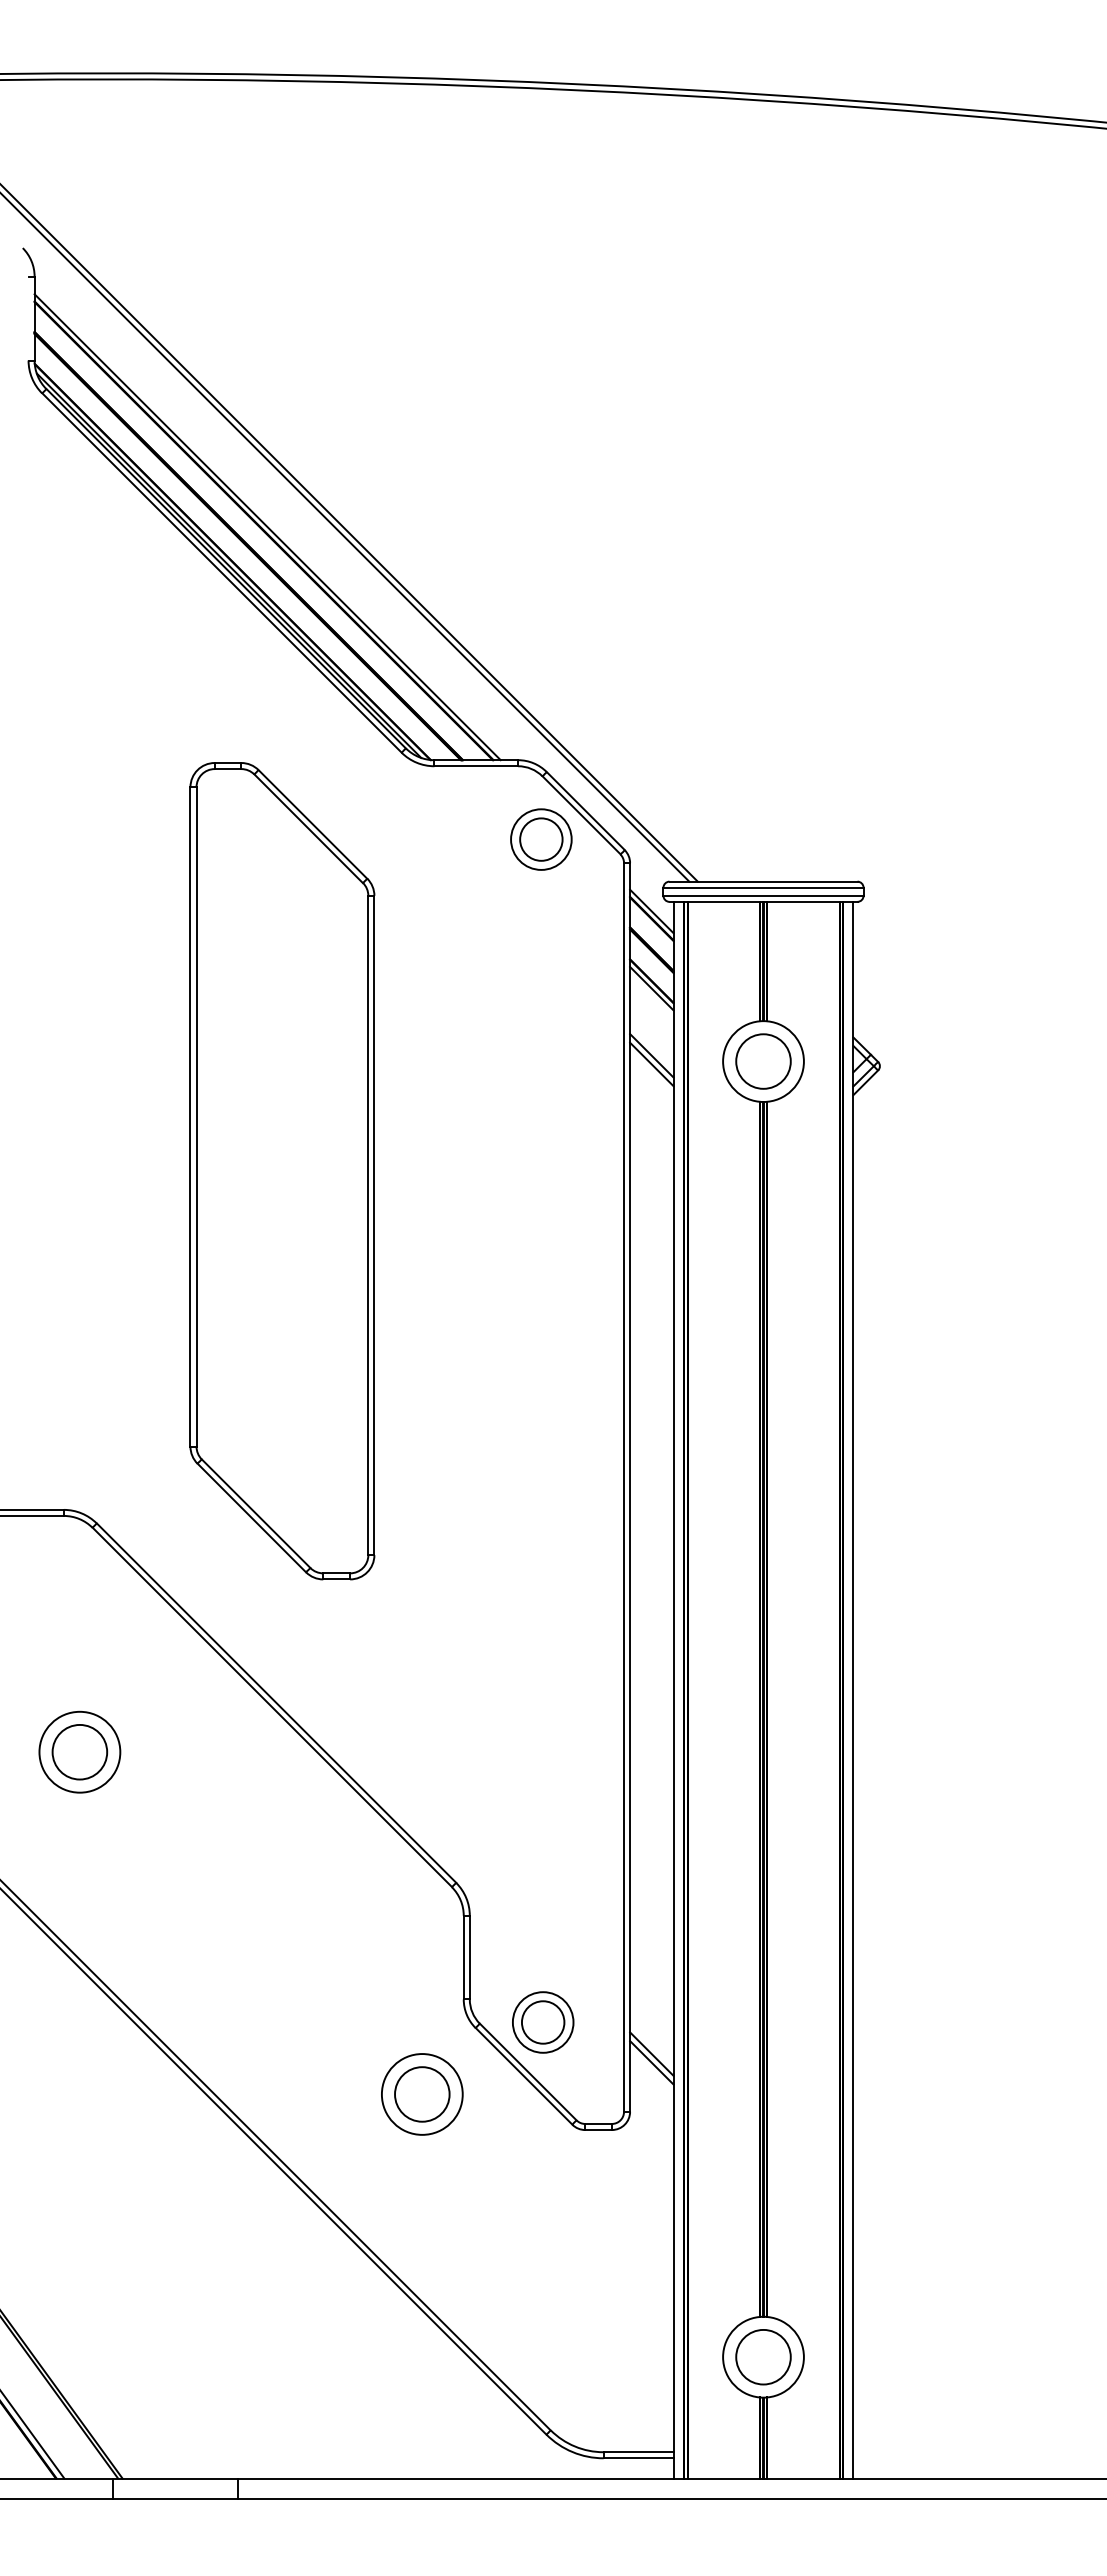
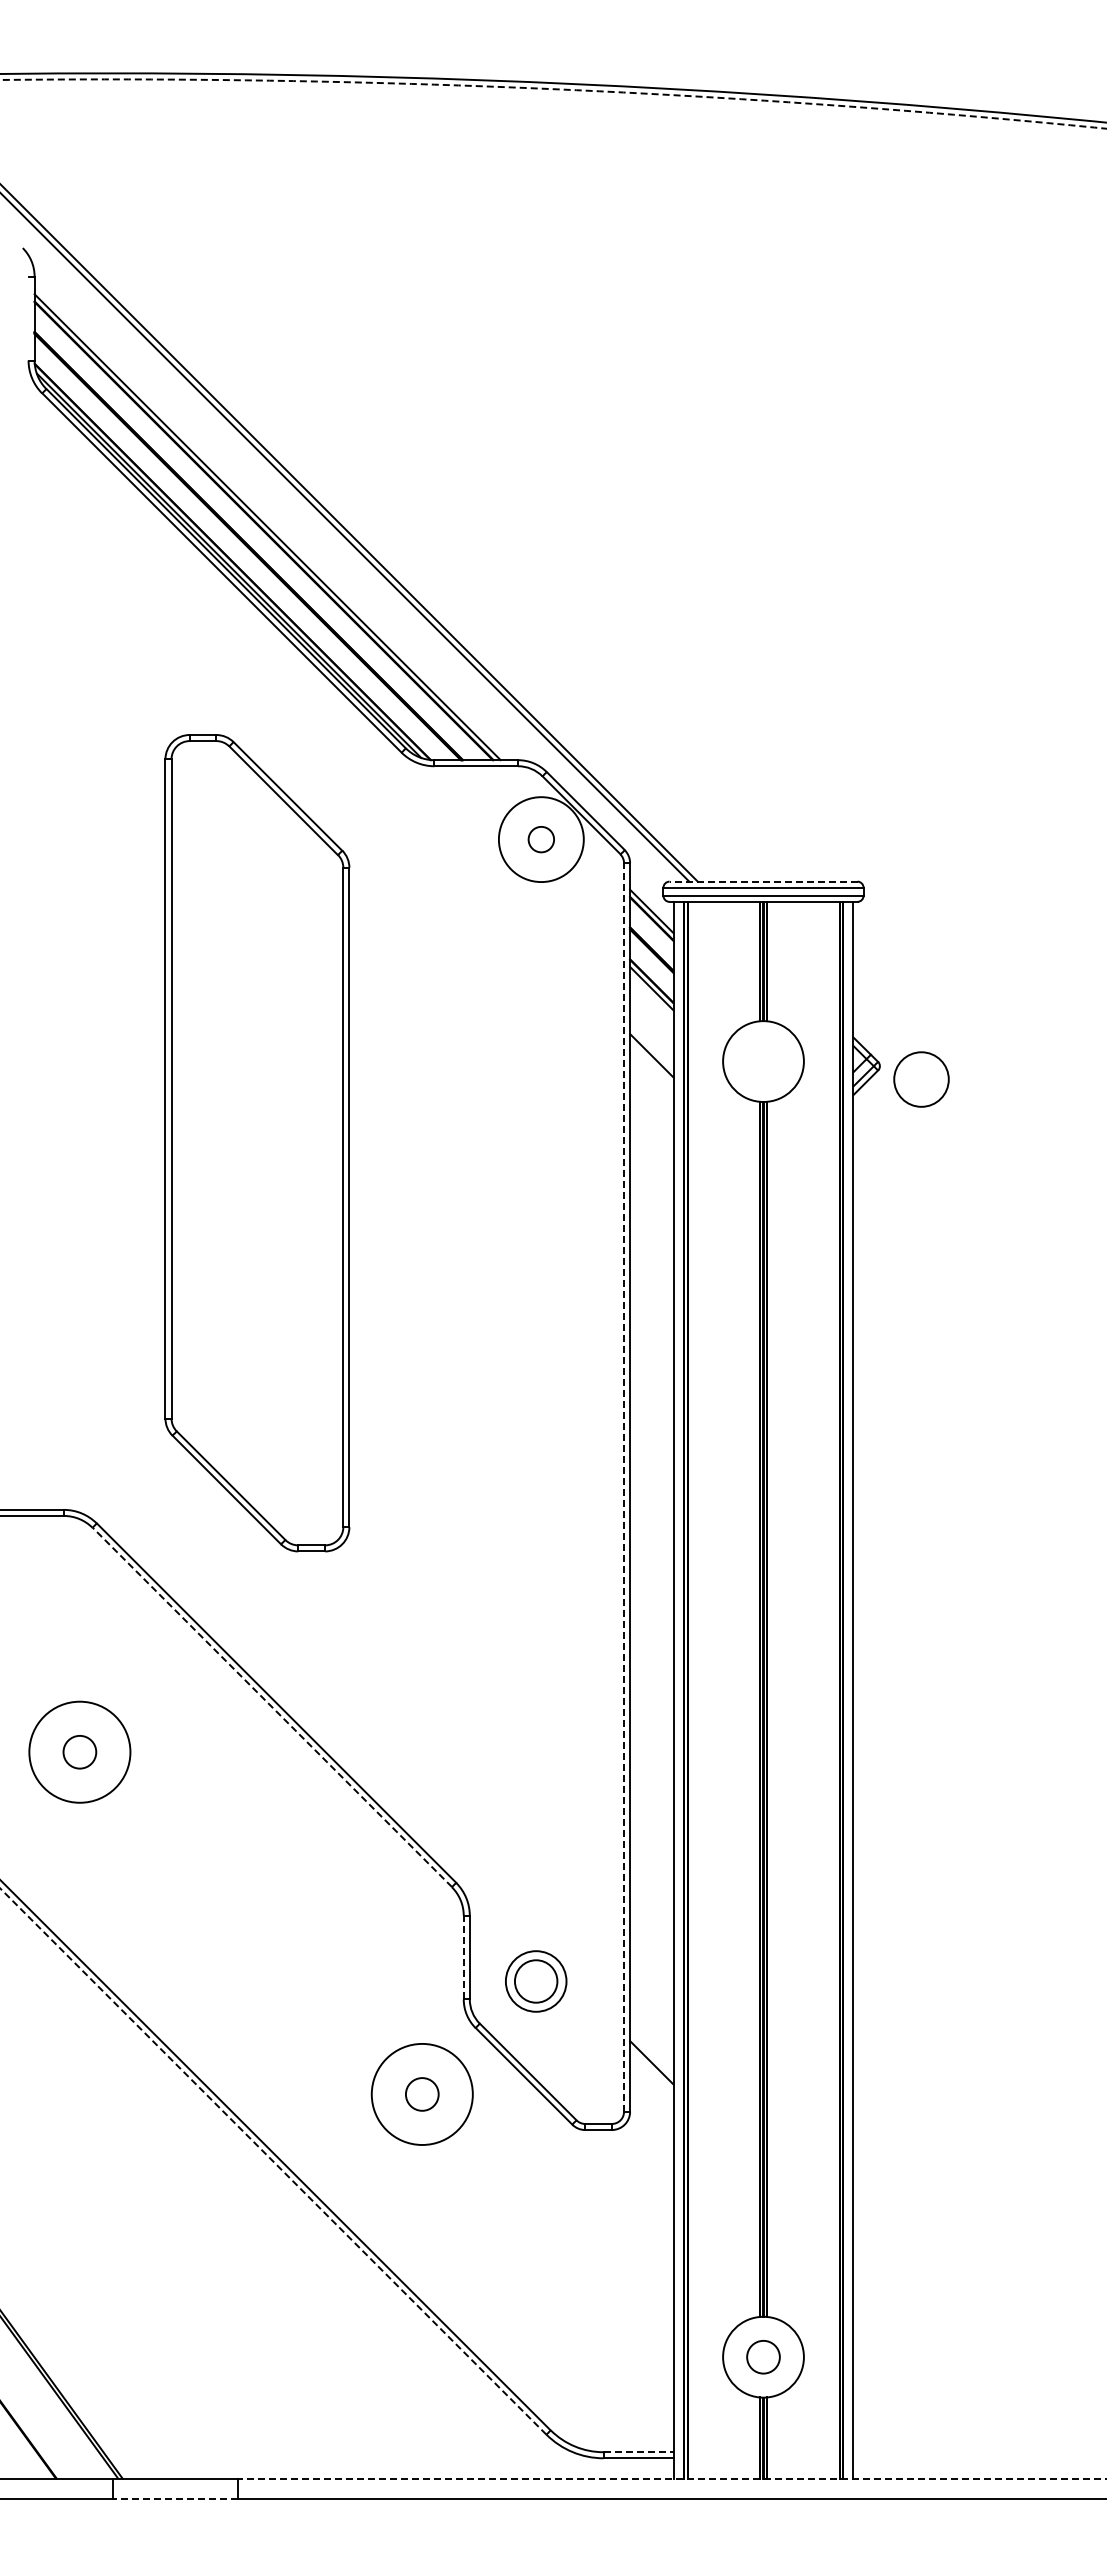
arc at (553, 89): solid -> dashed
circle at (541, 839) diameter: 42 px -> 25 px
circle at (541, 839) diameter: 61 px -> 85 px
line at (763, 881): solid -> dashed
circle at (763, 1061) position: (763, 1061) -> (921, 1079)
line at (651, 1064): present -> none
part at (282, 1171) position: (282, 1171) -> (257, 1143)
line at (624, 1486): solid -> dashed
line at (271, 1707): solid -> dashed
circle at (79, 1751) diameter: 55 px -> 33 px
circle at (79, 1751) diameter: 81 px -> 101 px
line at (463, 1957): solid -> dashed
part at (543, 2022) position: (543, 2022) -> (536, 1981)
line at (651, 2053): present -> none
circle at (421, 2094) diameter: 81 px -> 101 px
circle at (422, 2094) diameter: 55 px -> 33 px
line at (273, 2161): solid -> dashed
circle at (763, 2356) diameter: 55 px -> 33 px
line at (33, 2435): present -> none
line at (638, 2452): solid -> dashed
line at (671, 2478): solid -> dashed
line at (175, 2498): solid -> dashed
